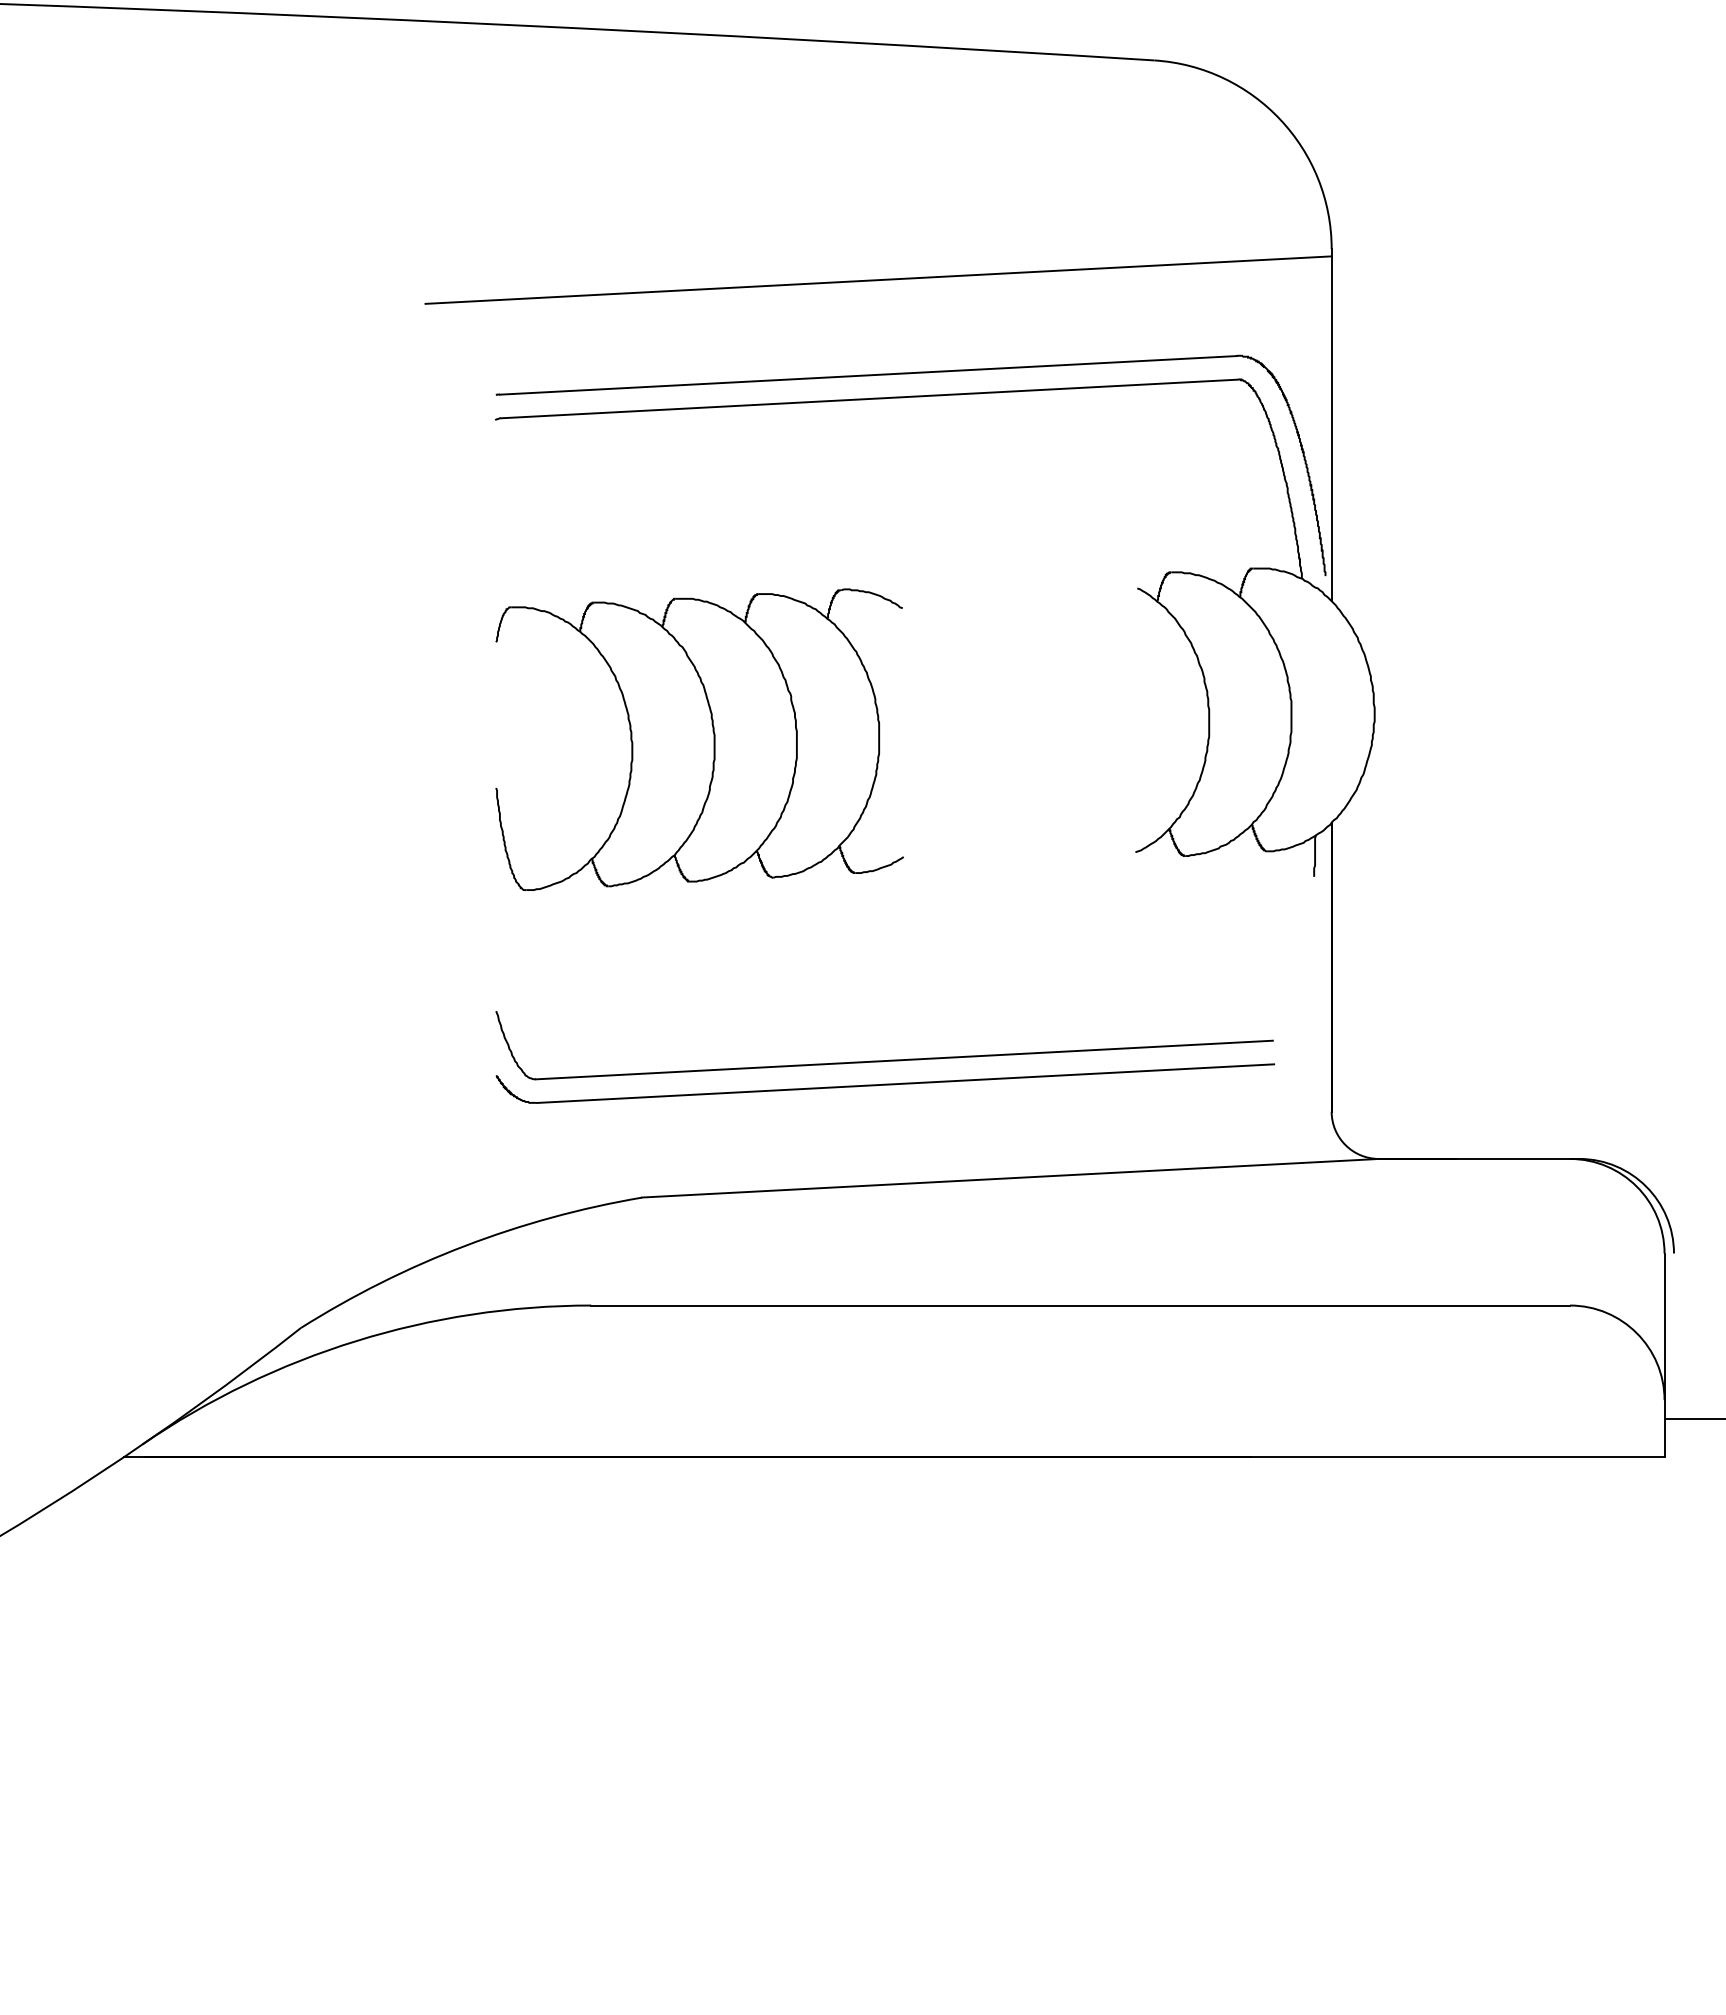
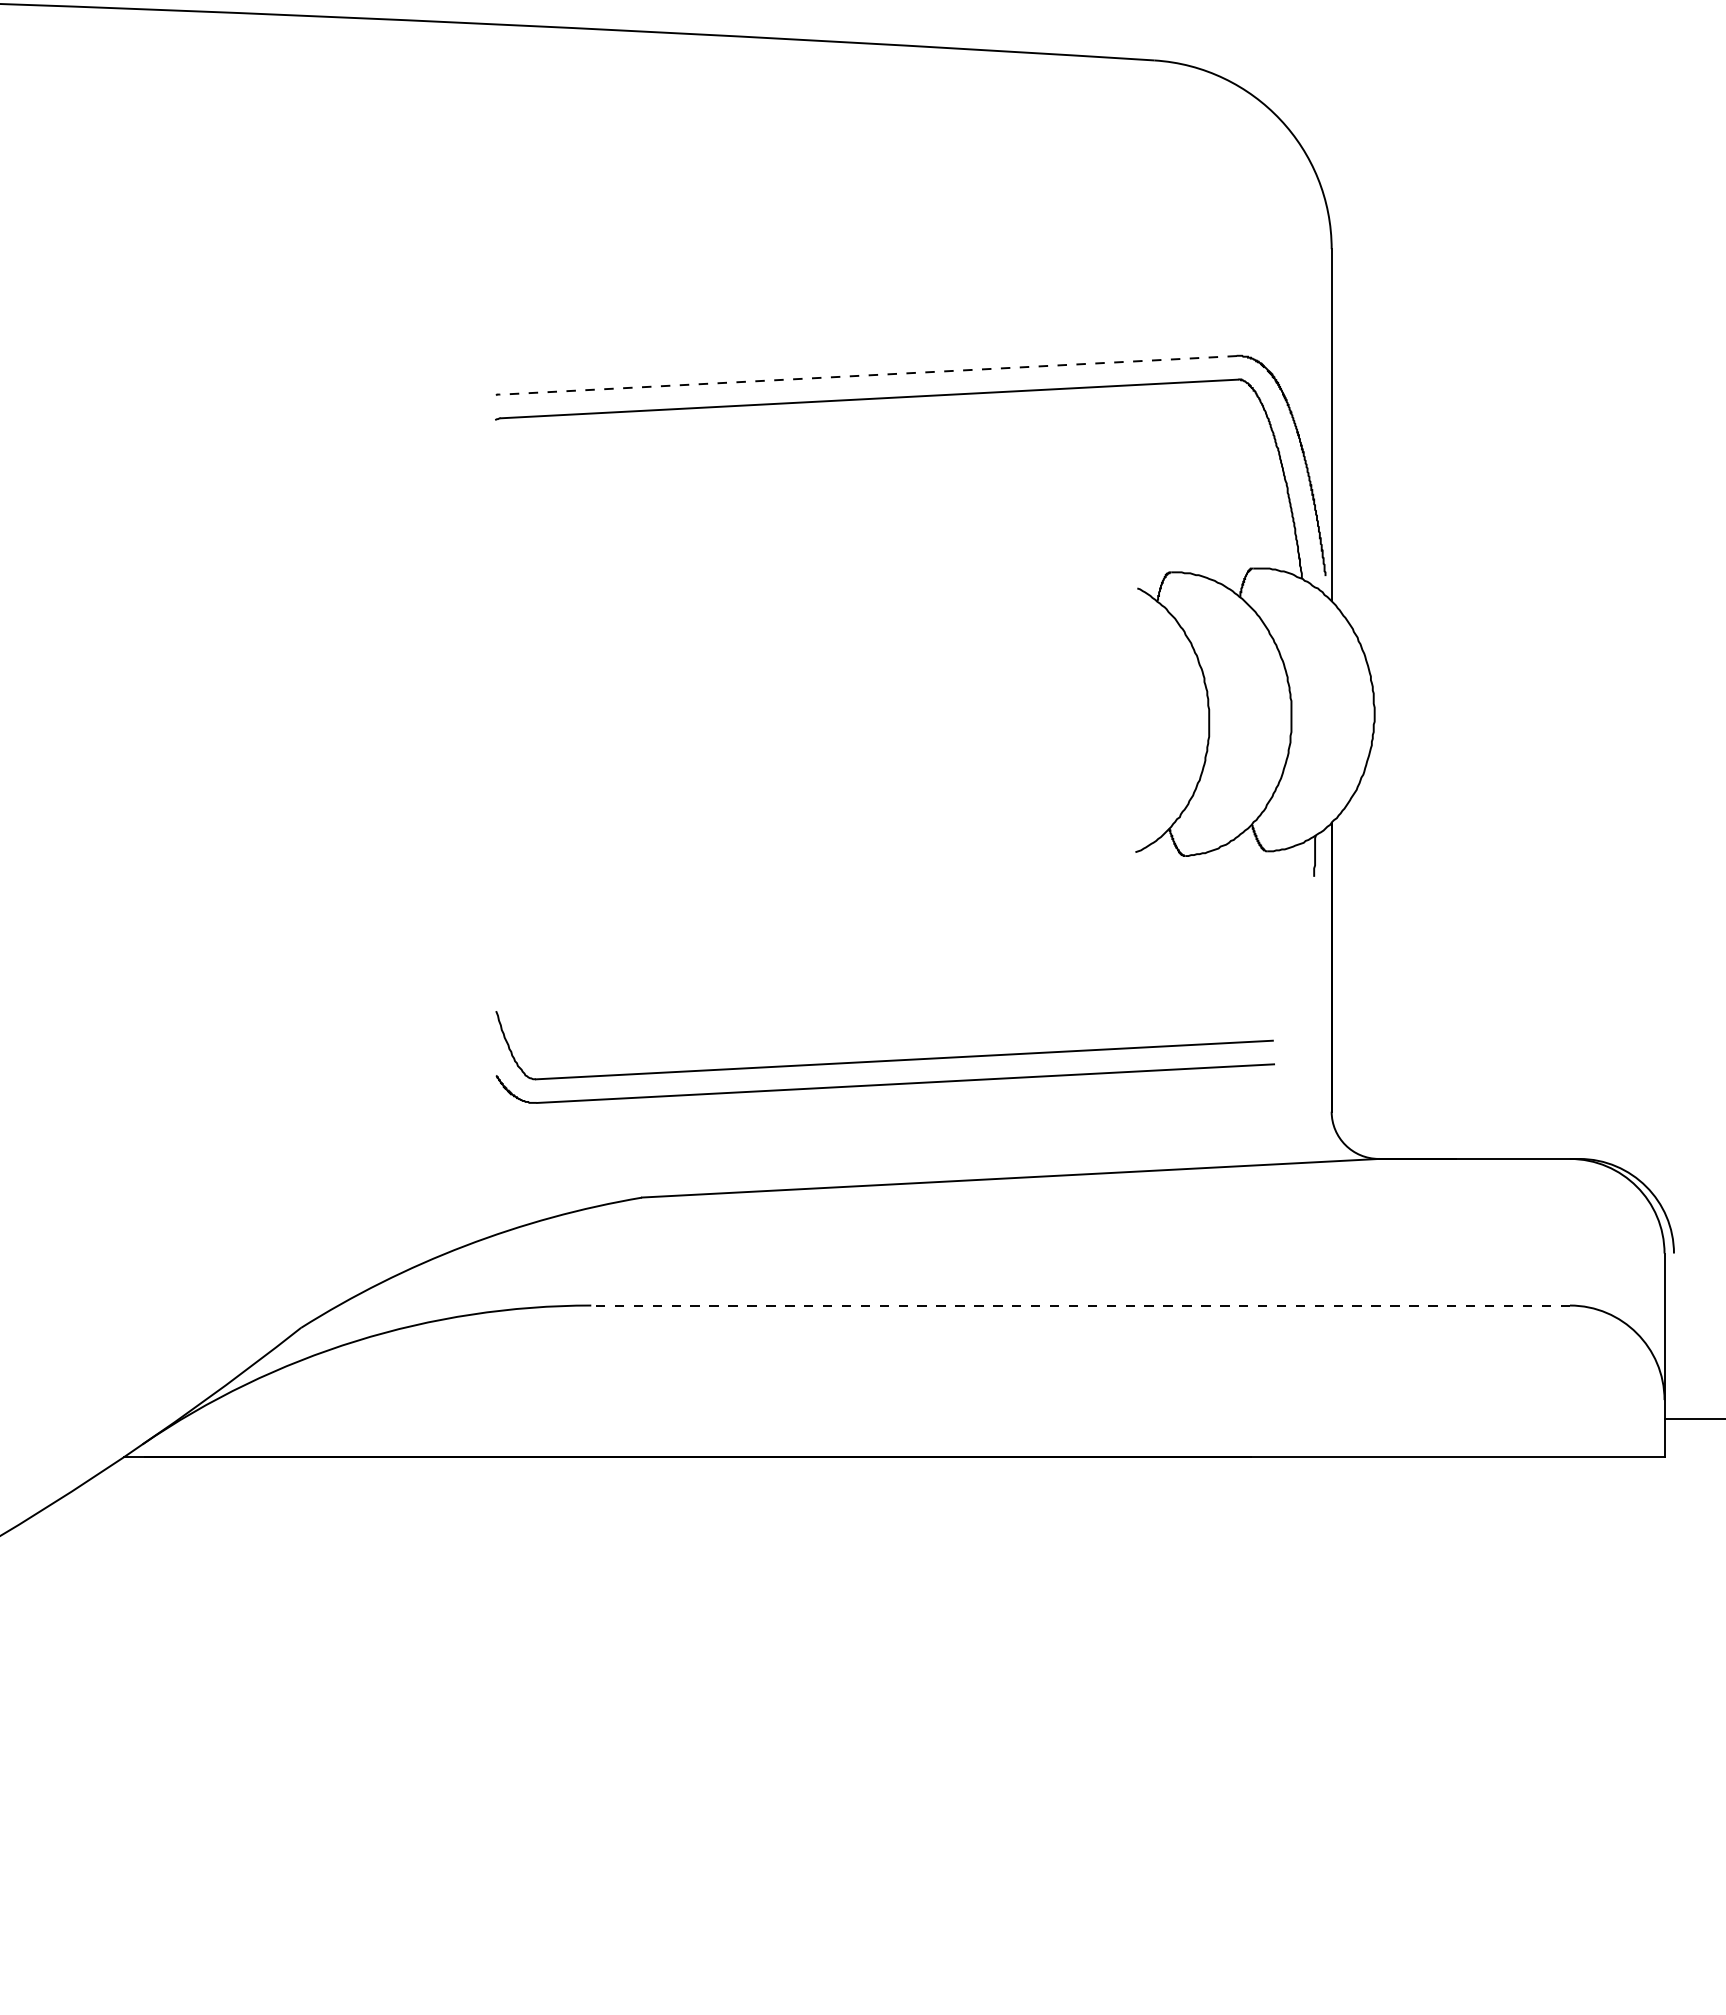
line at (878, 279): present -> none
line at (868, 375): solid -> dashed
part at (699, 739): present -> none
line at (1080, 1305): solid -> dashed
